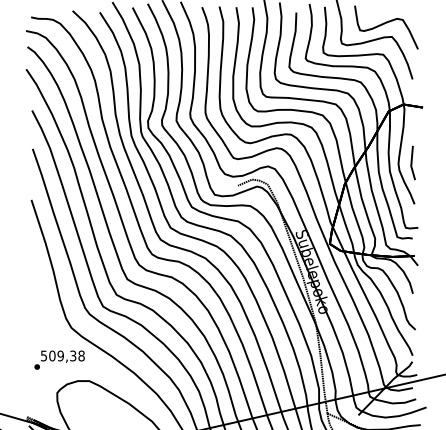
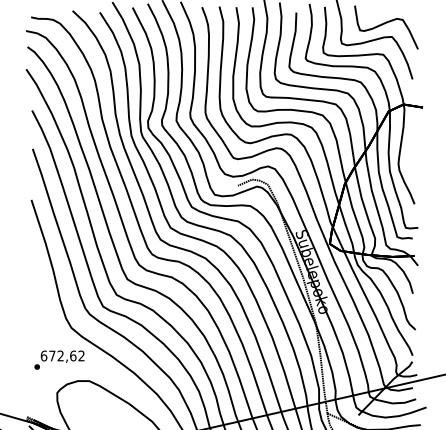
line at (412, 162): present -> none
text at (62, 355): 509,38 -> 672,62
